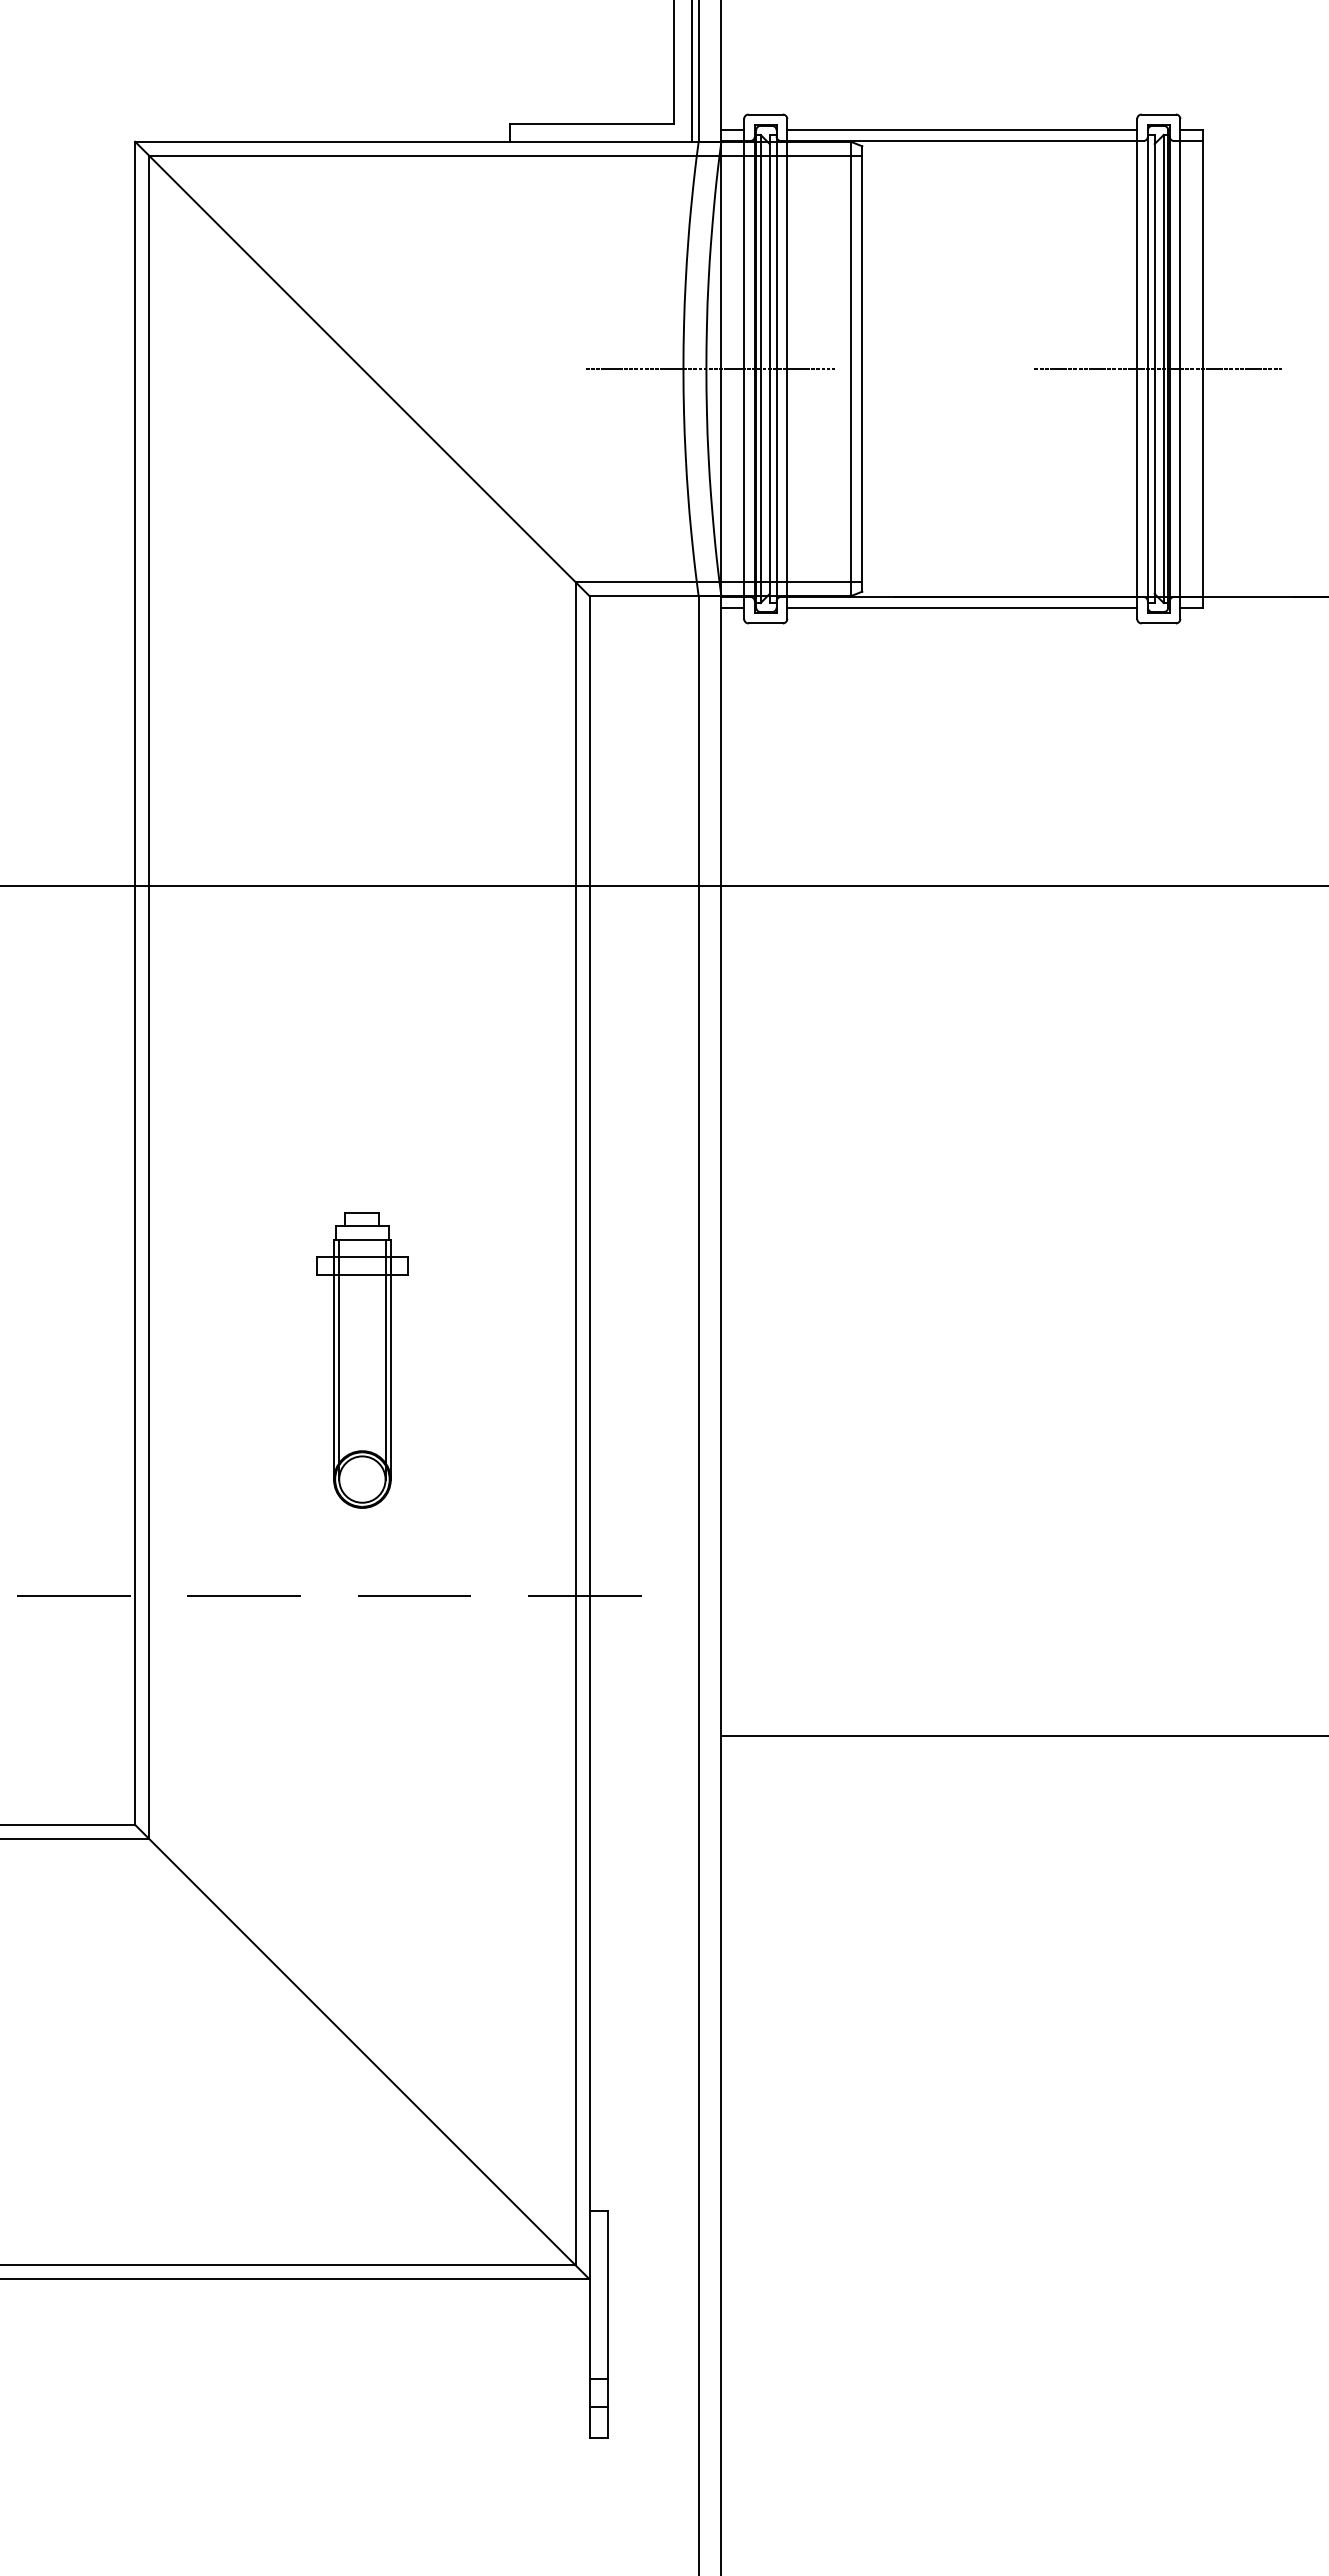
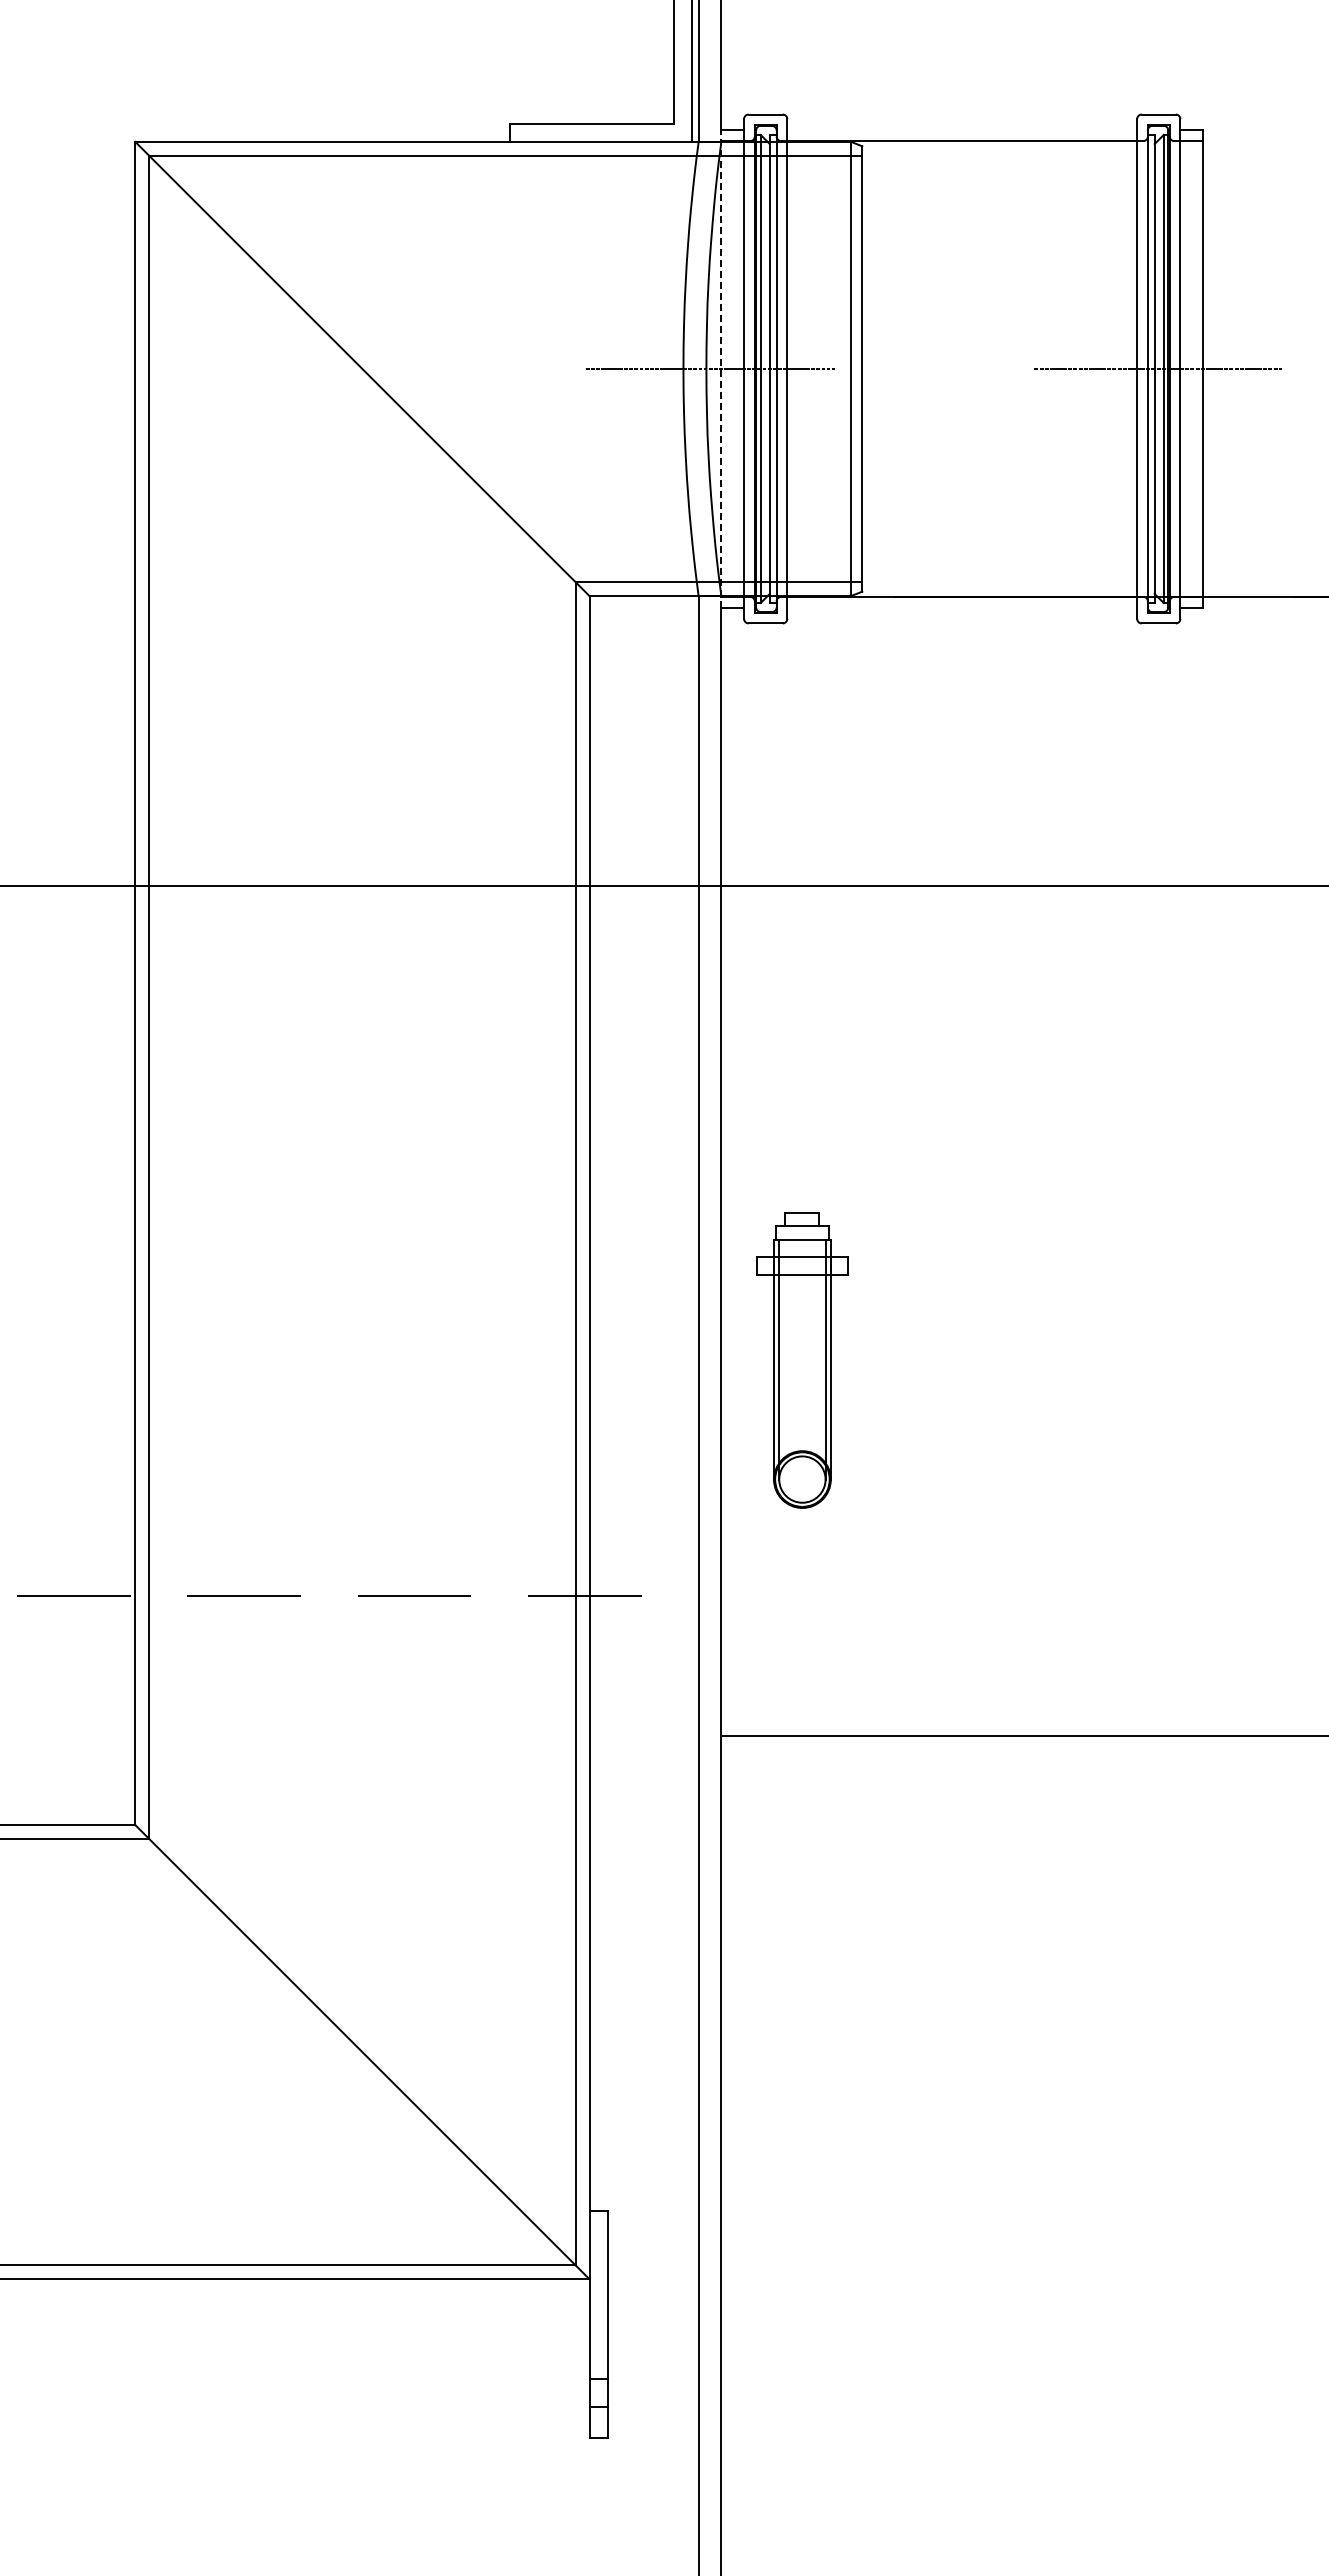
line at (962, 130): present -> none
line at (721, 368): solid -> dashed
line at (962, 607): present -> none
part at (362, 1360) position: (362, 1360) -> (802, 1360)
